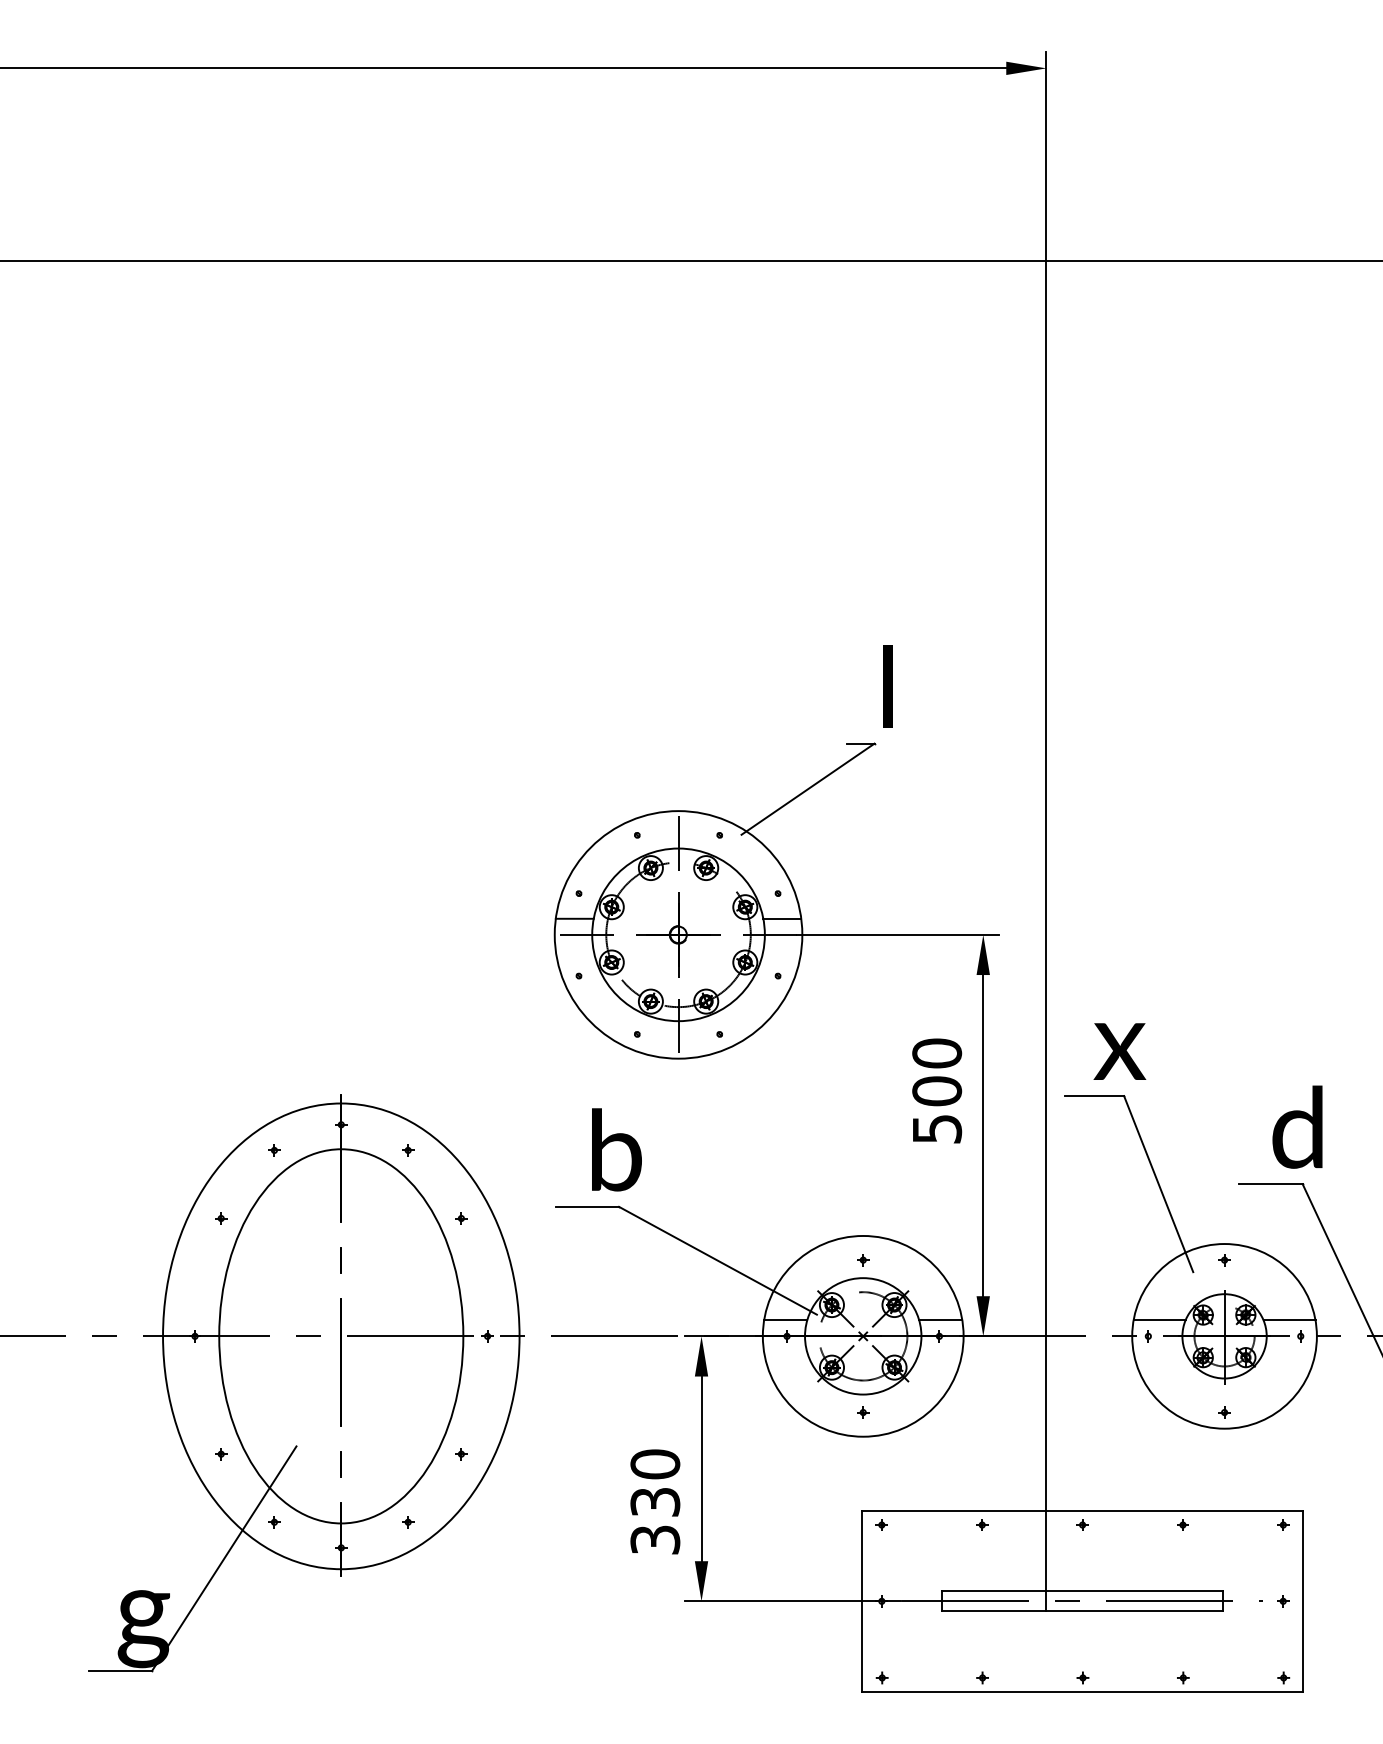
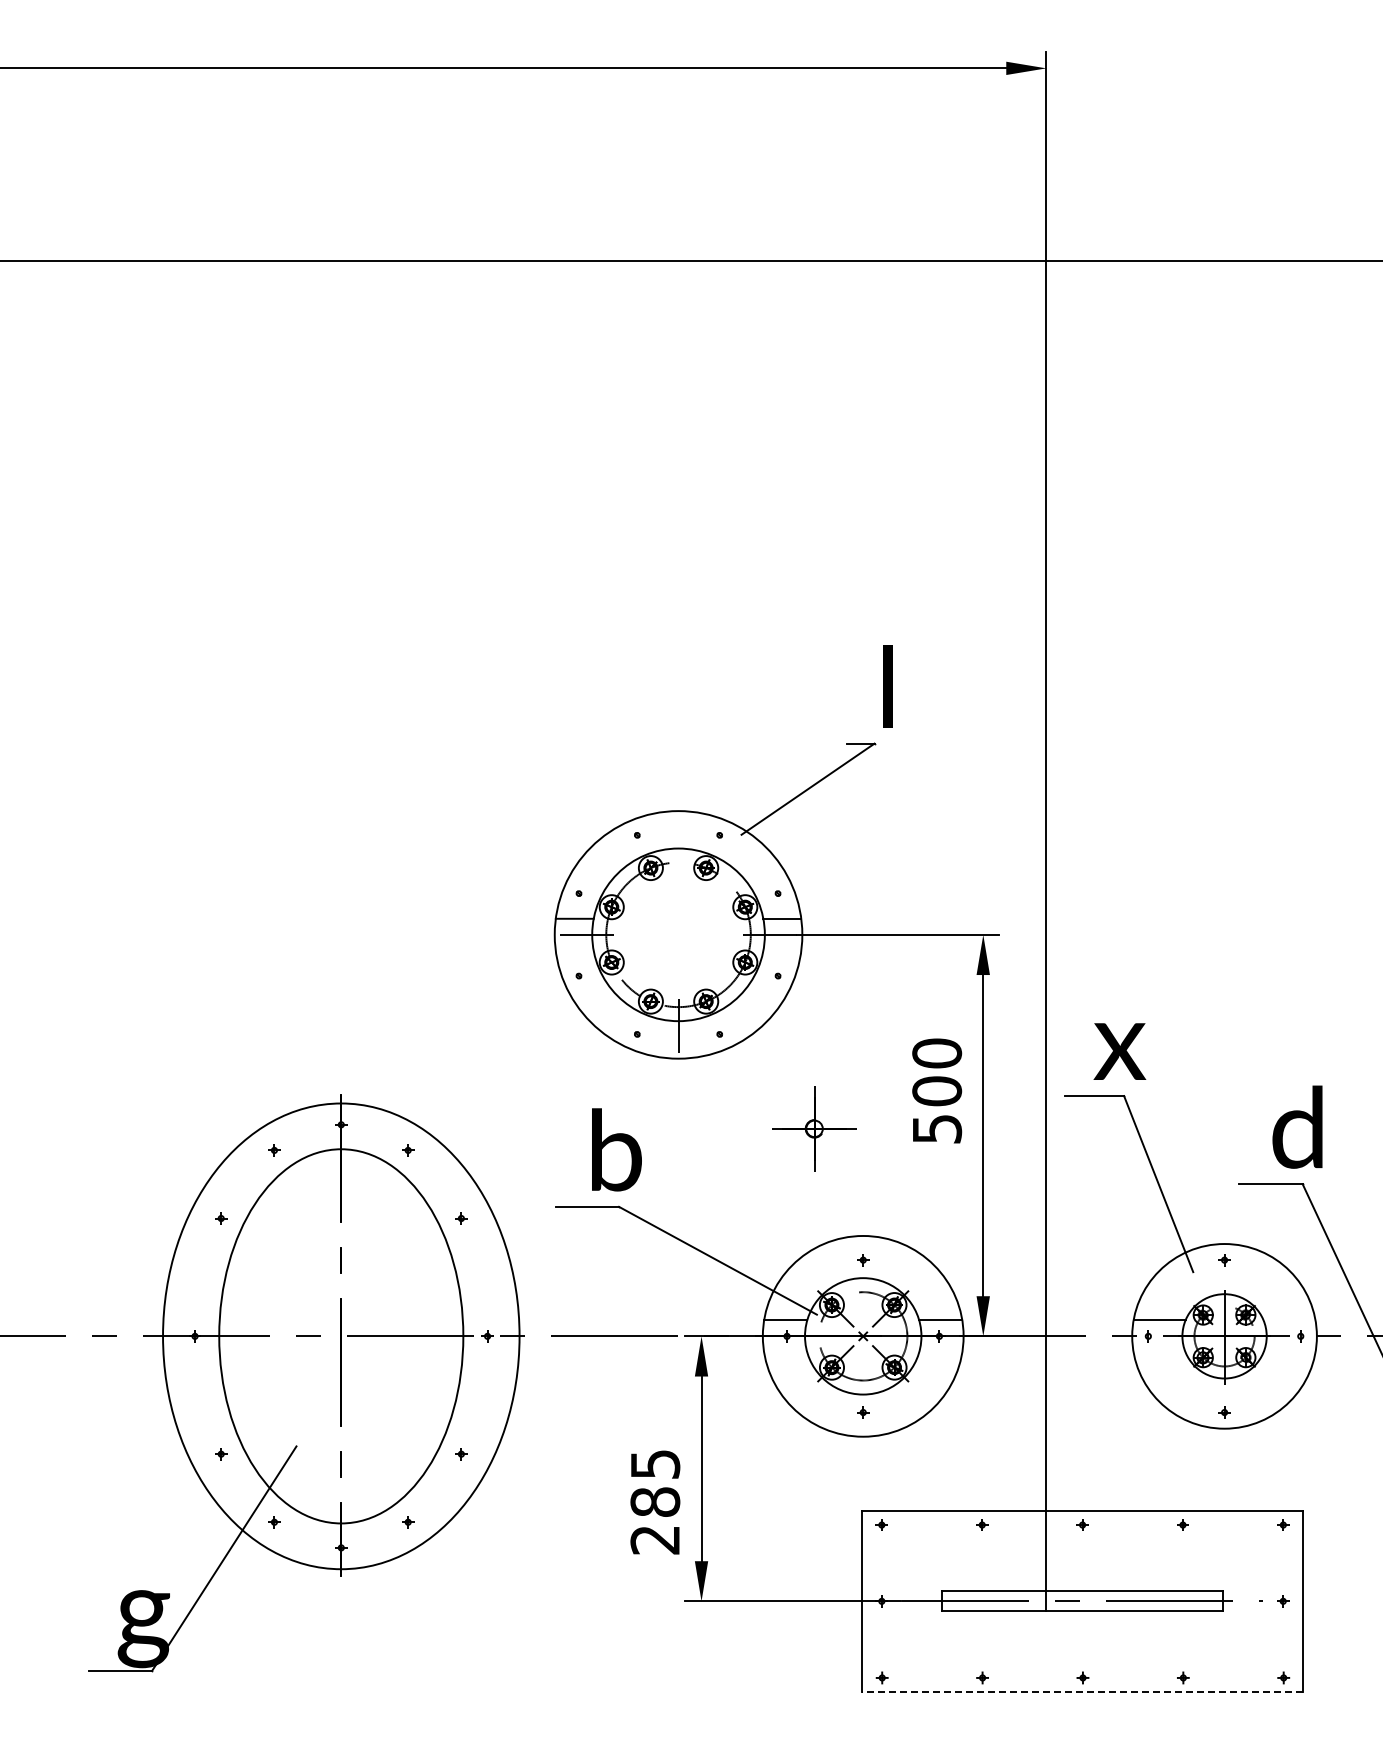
line at (678, 843): present -> none
part at (678, 934) position: (678, 934) -> (814, 1128)
line at (1289, 1320): present -> none
text at (655, 1501): 330 -> 285
line at (1082, 1691): solid -> dashed
